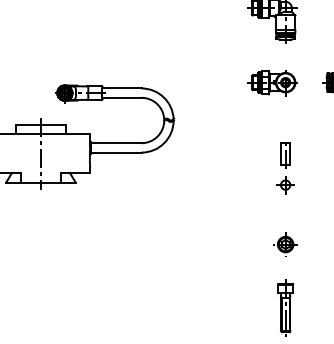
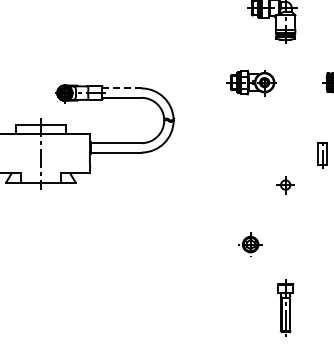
part at (272, 83) position: (272, 83) -> (251, 83)
line at (122, 88): solid -> dashed
part at (285, 155) position: (285, 155) -> (322, 155)
part at (285, 244) position: (285, 244) -> (250, 244)
